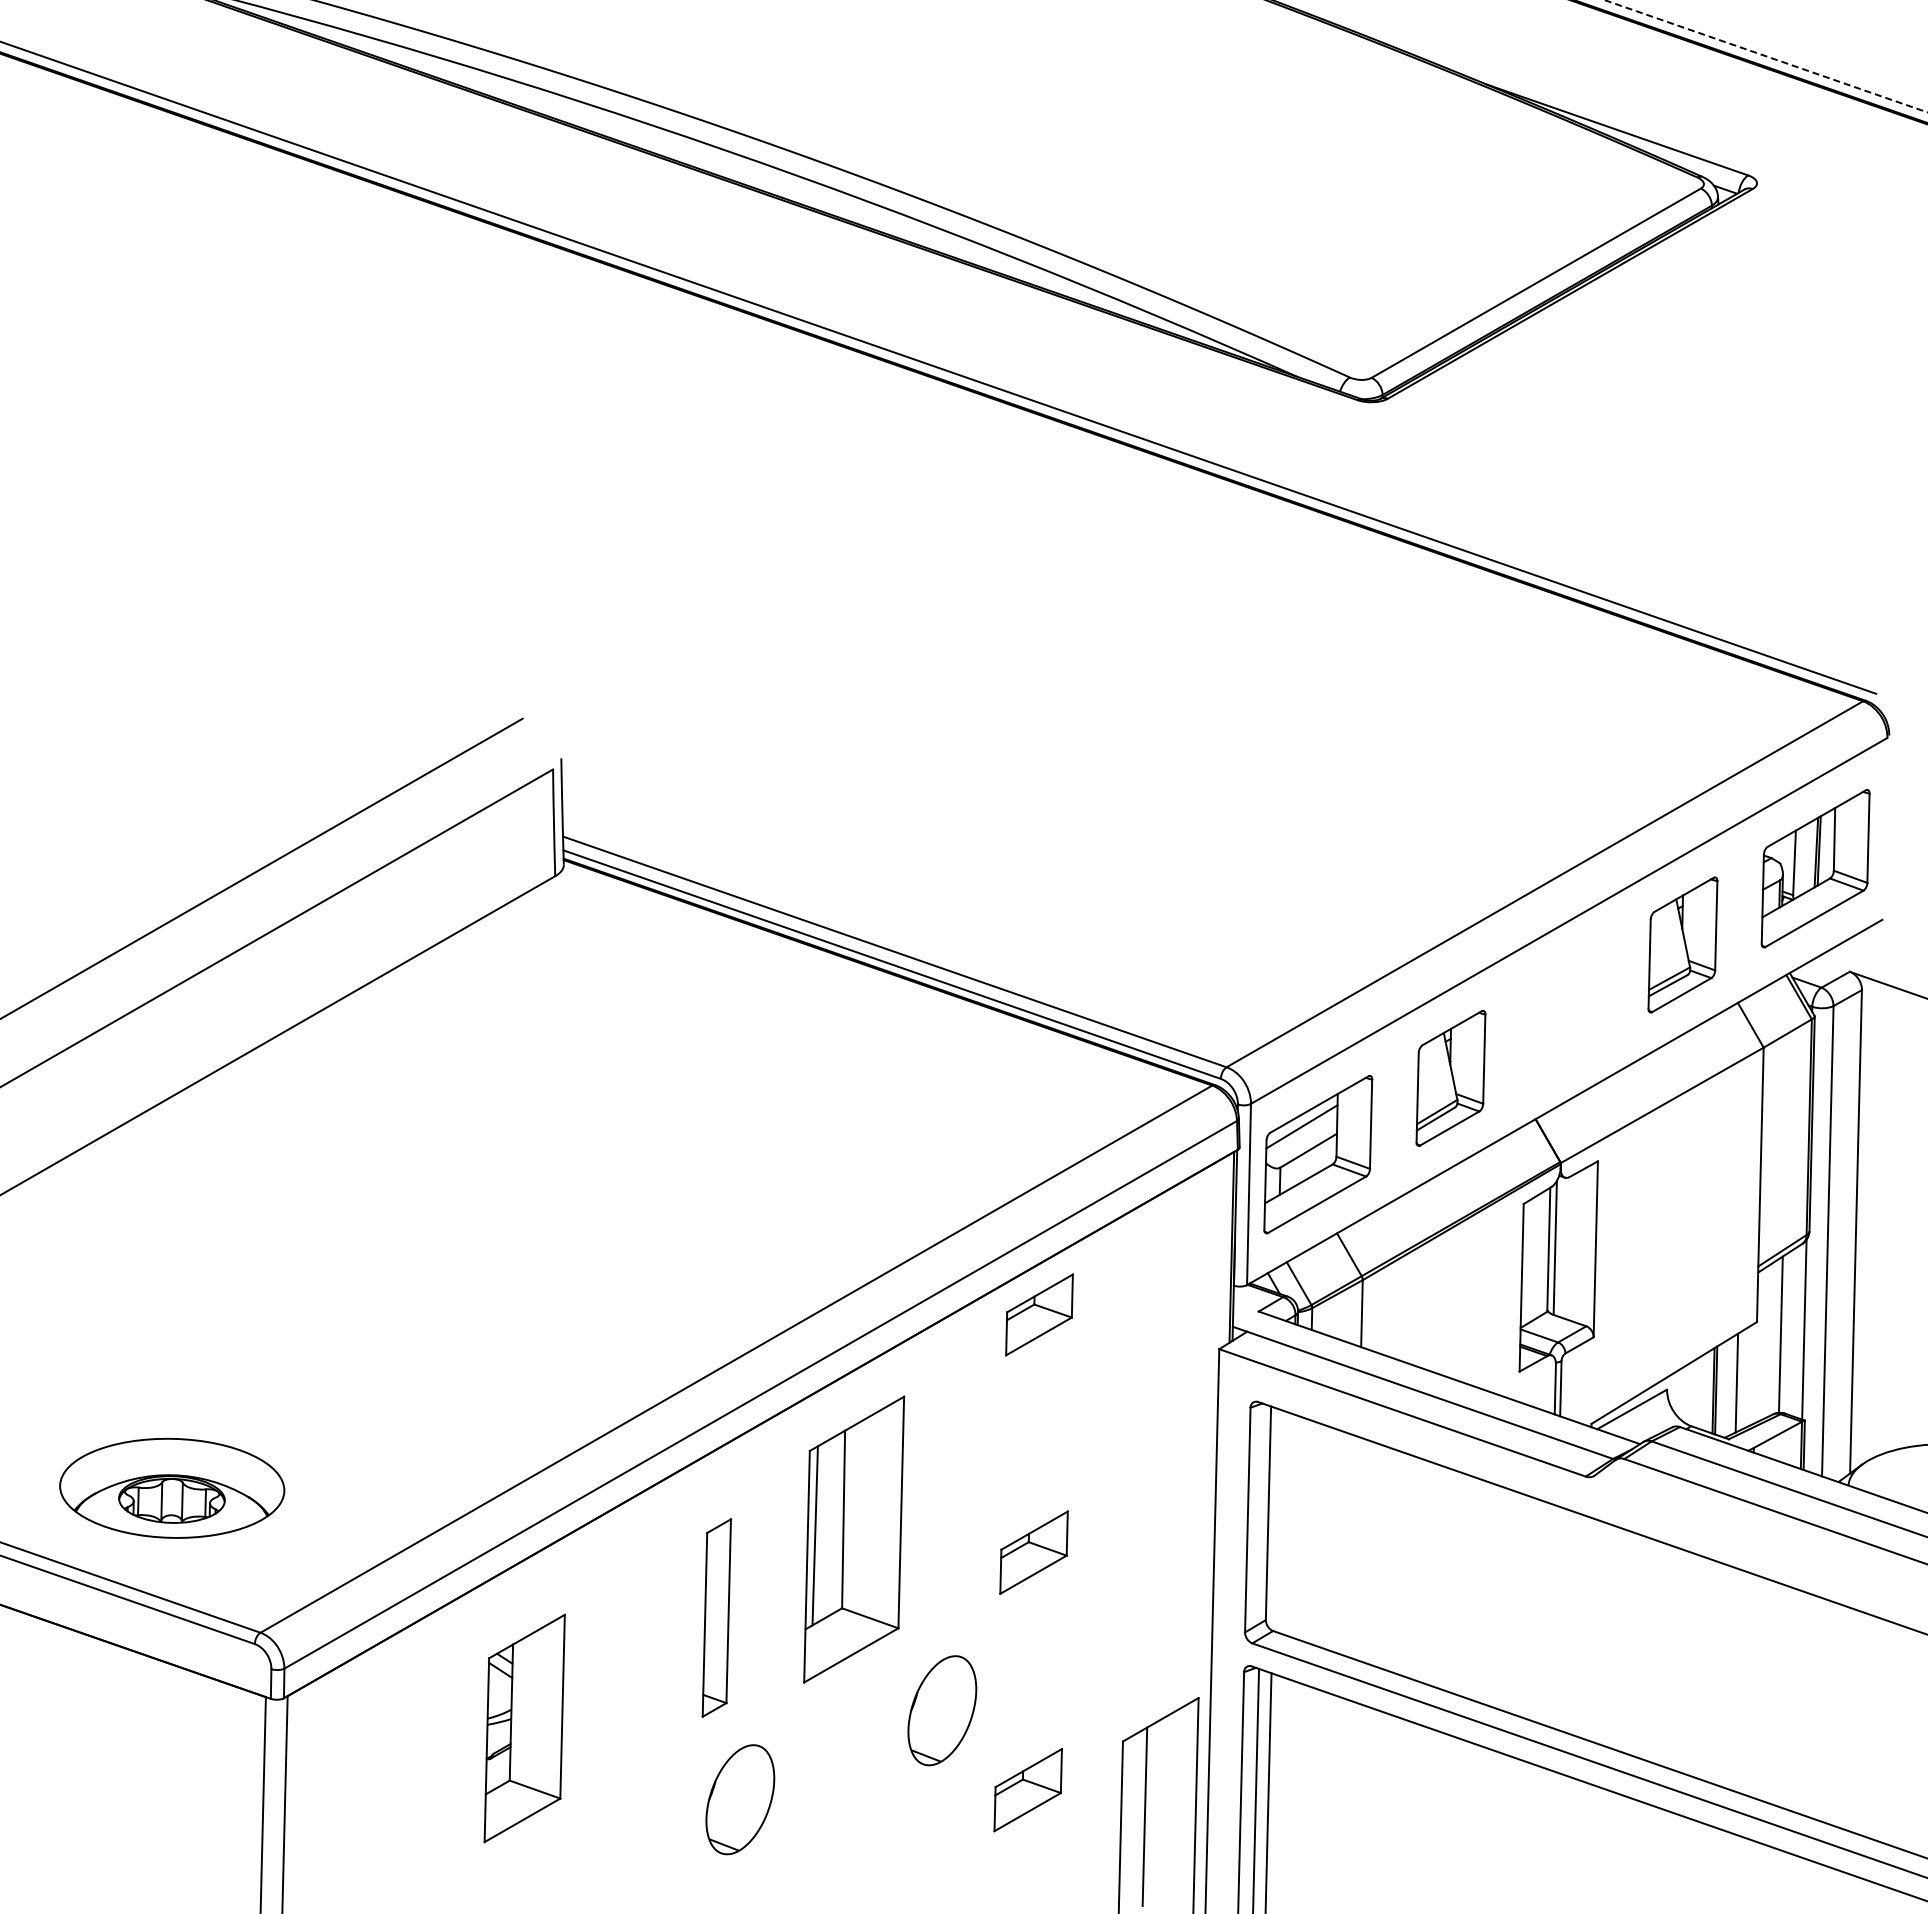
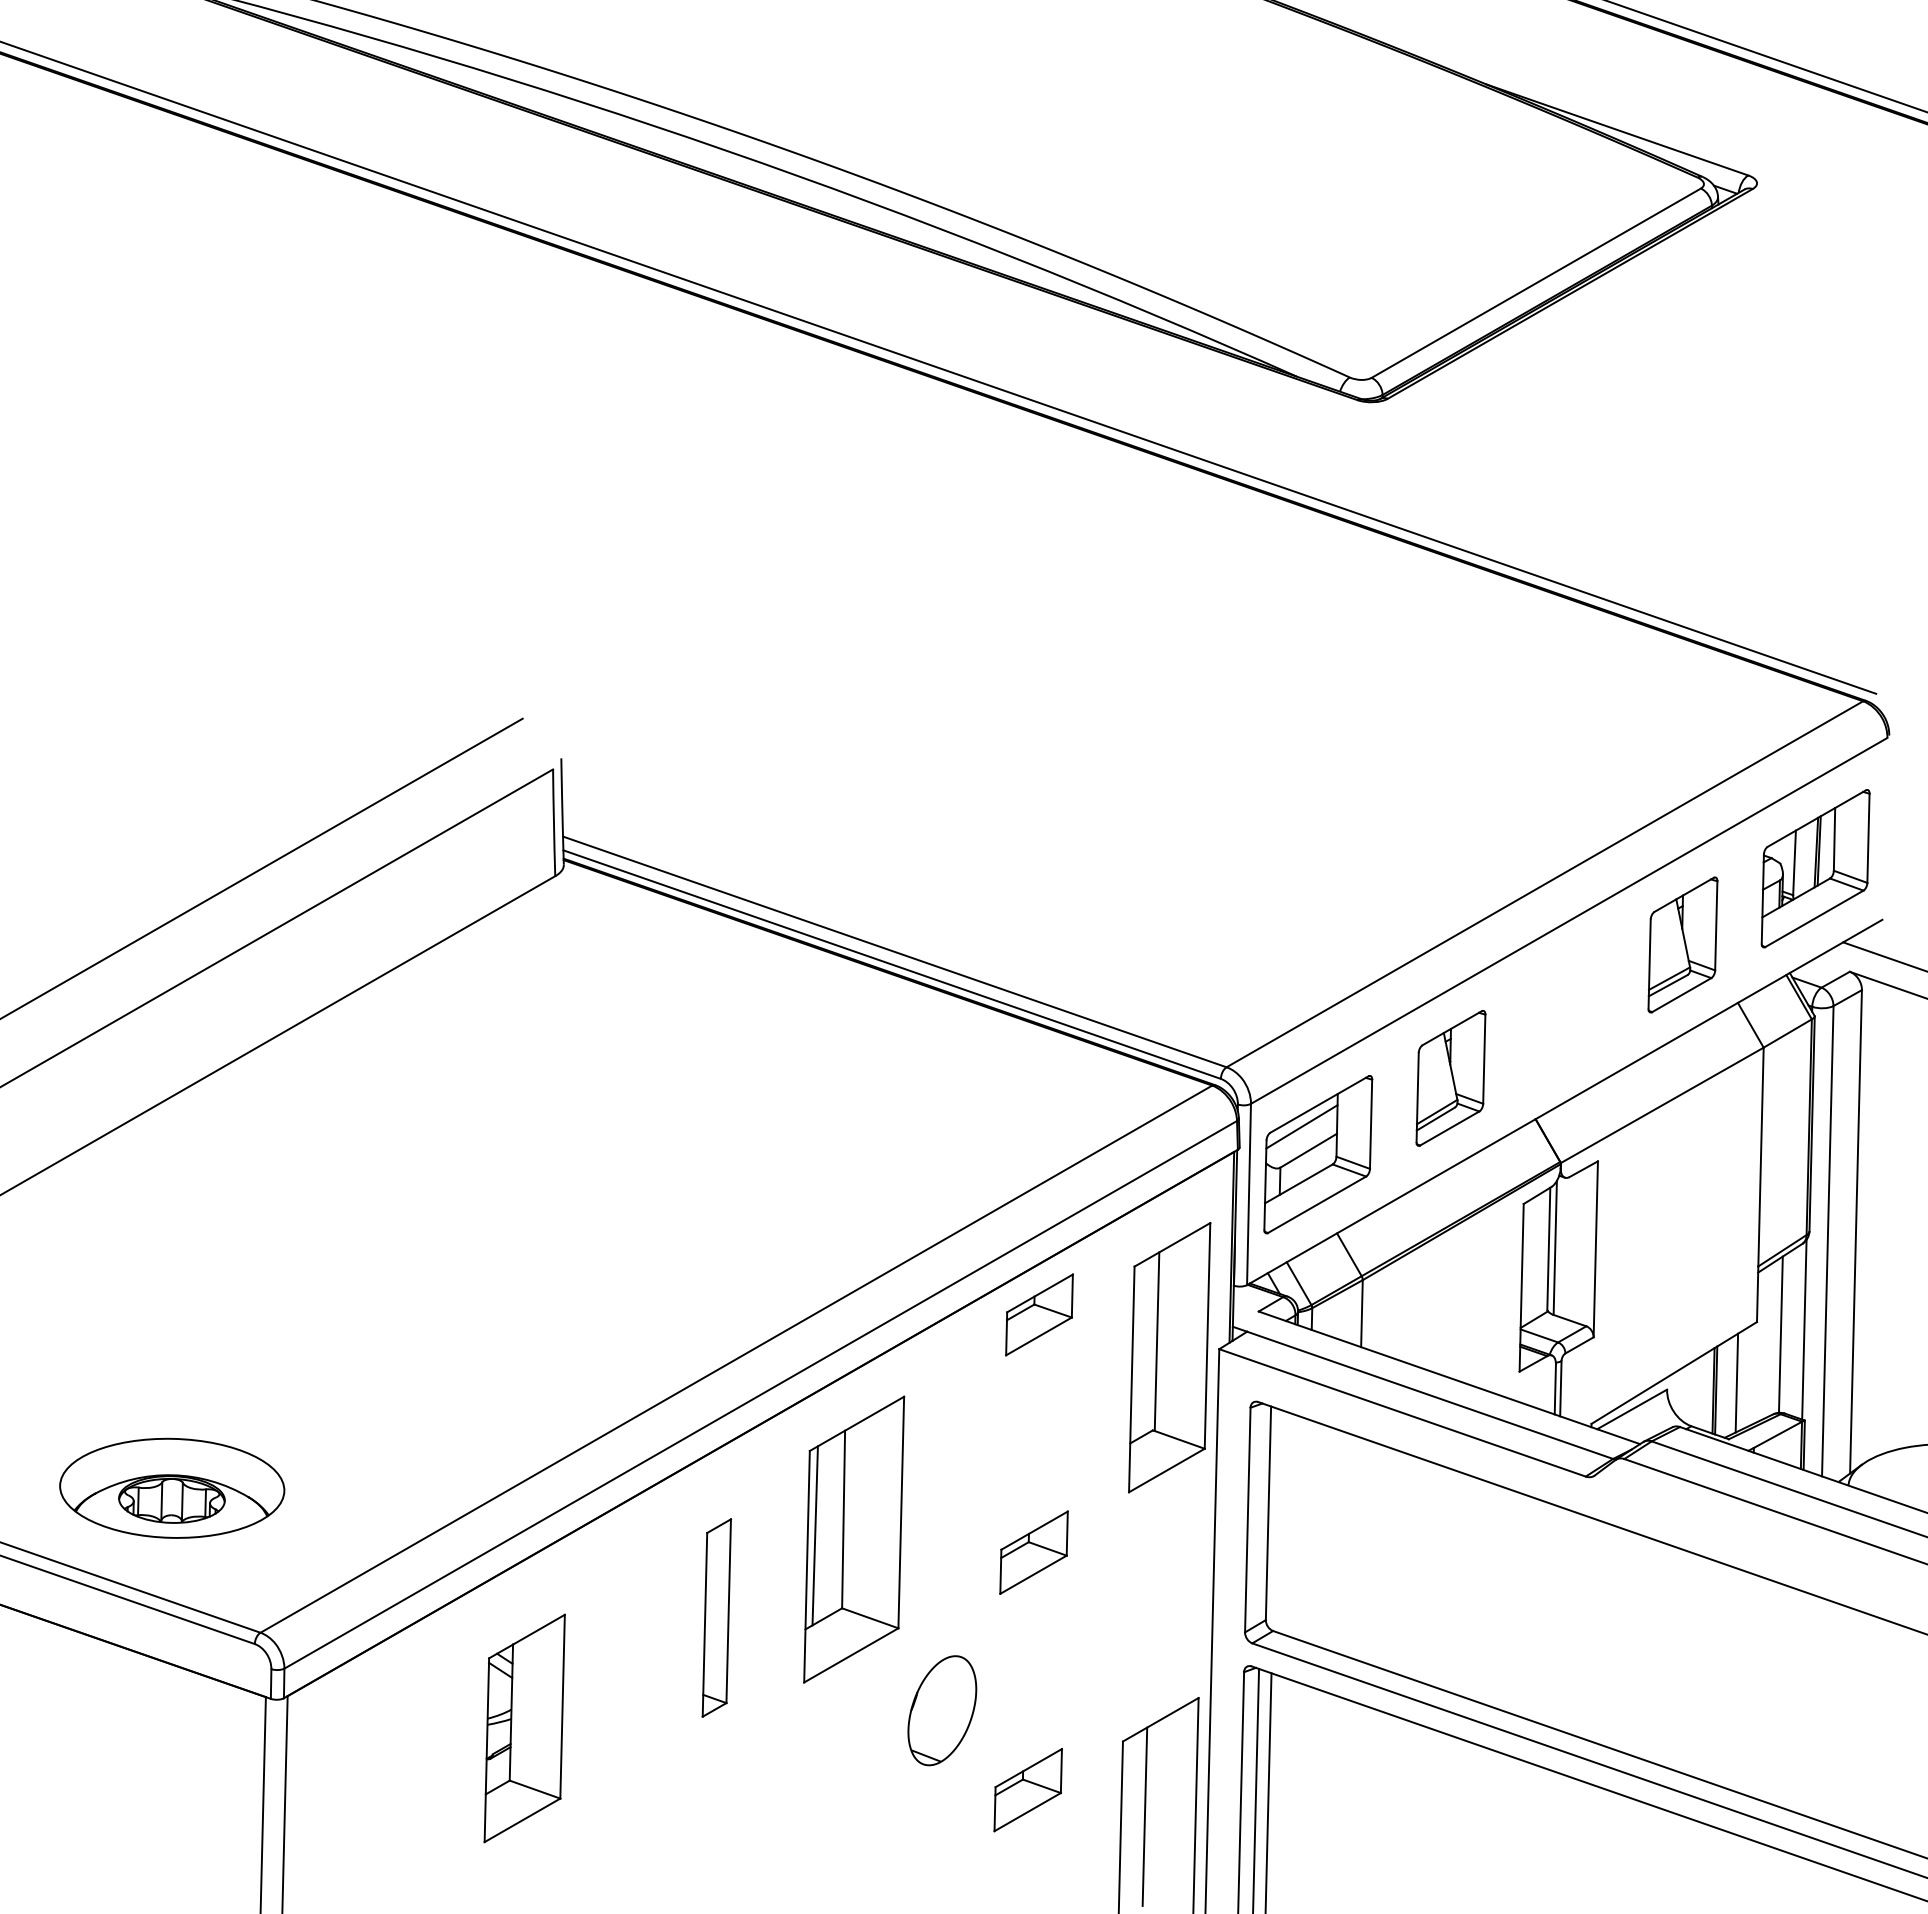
line at (1766, 56): dashed -> solid
line at (1883, 956): none -> present
part at (1169, 1357): none -> present
part at (740, 1799): present -> none
